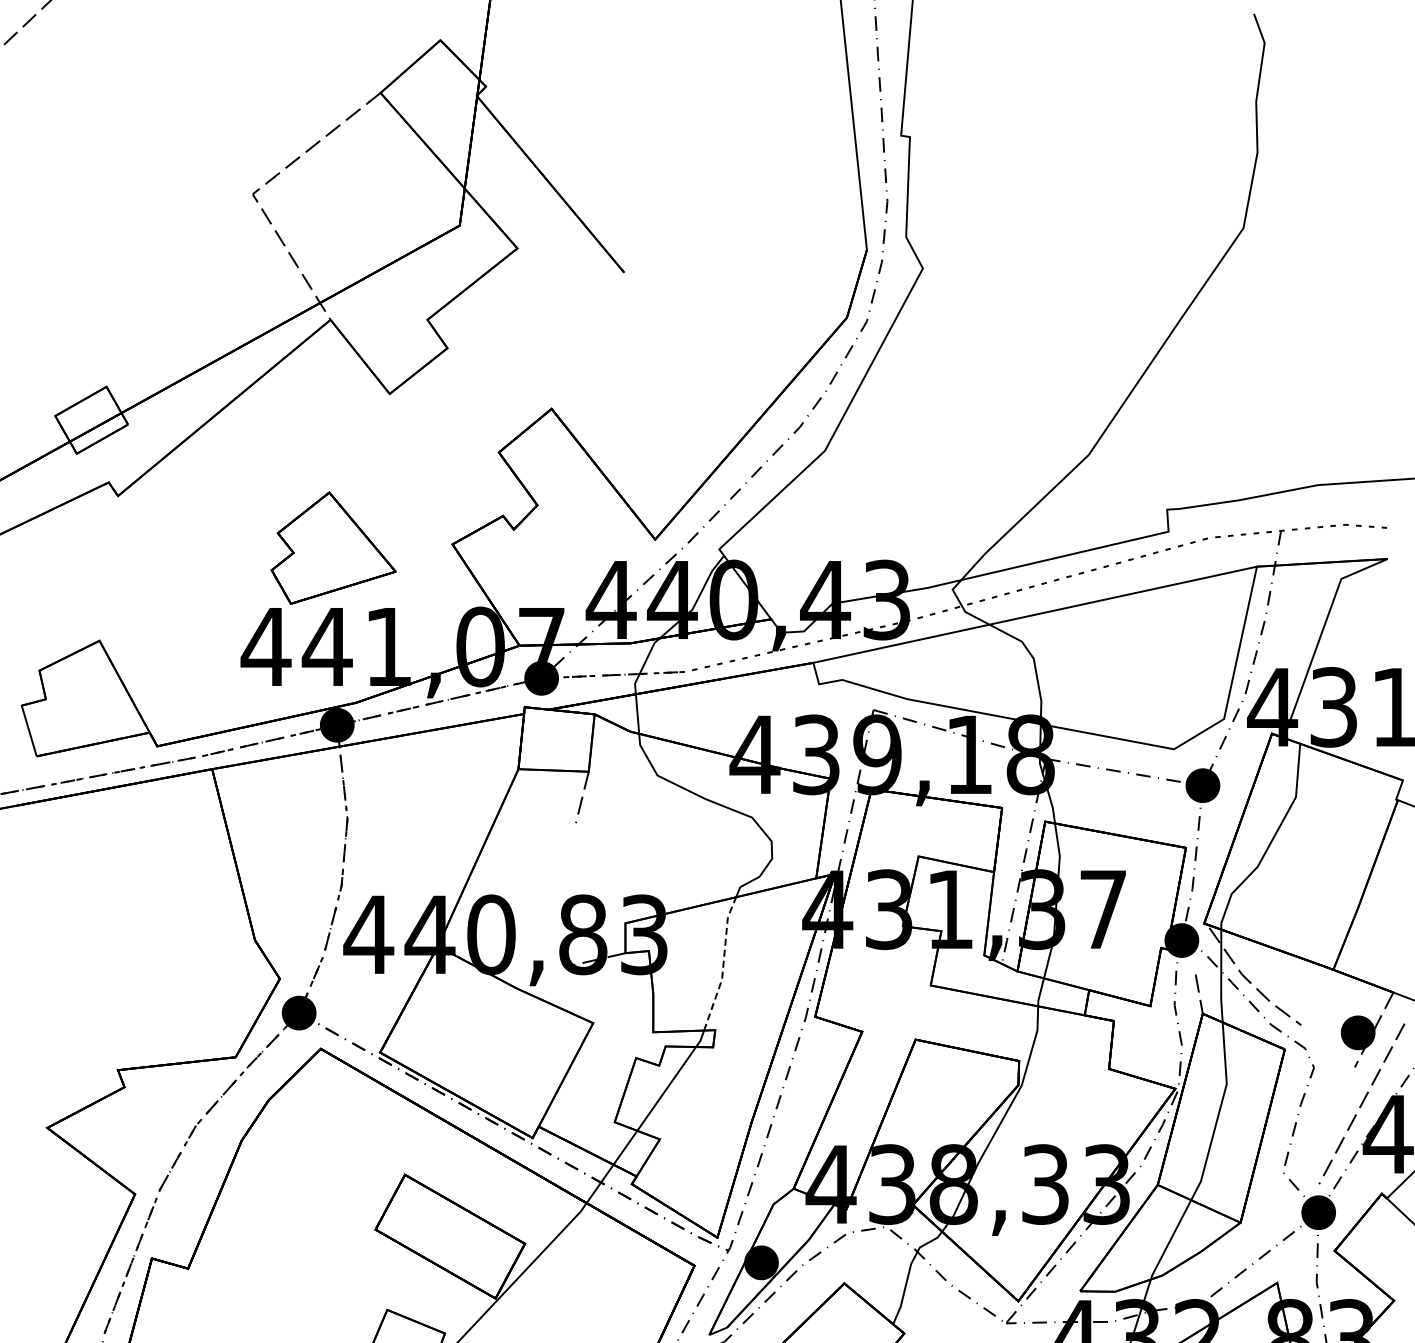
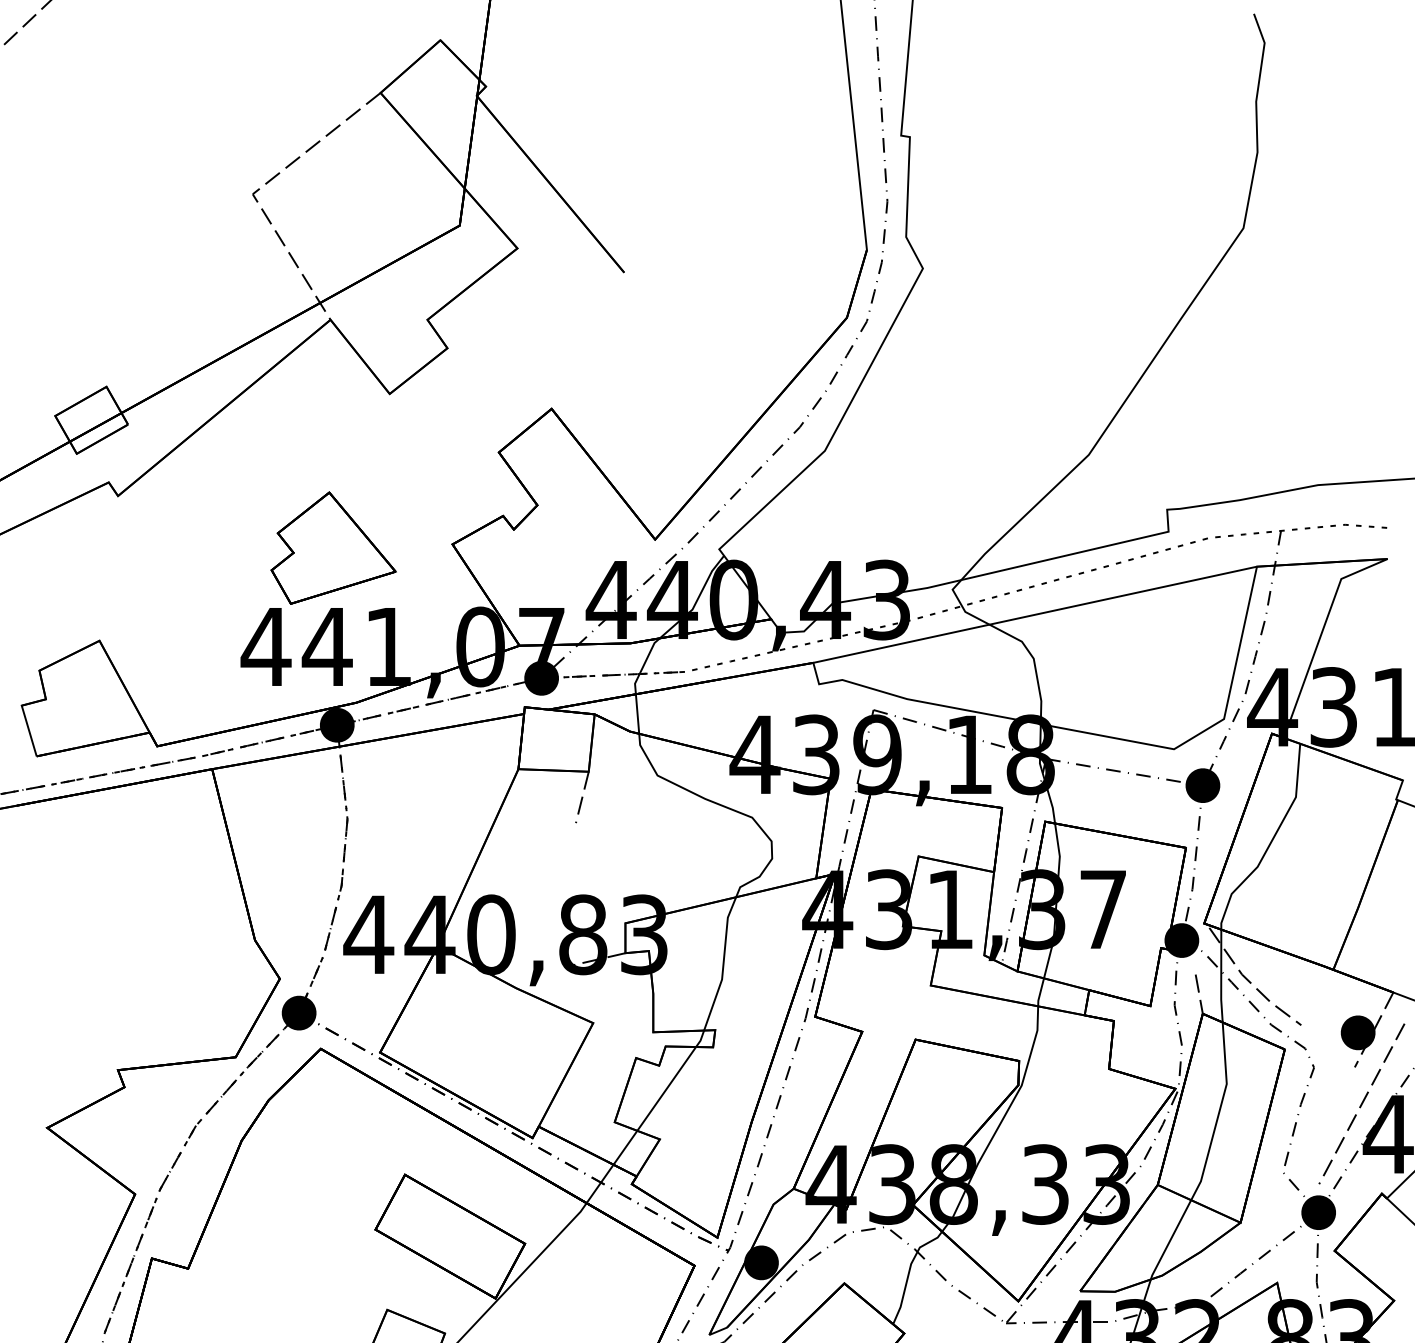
line at (723, 963): dashed -> solid
